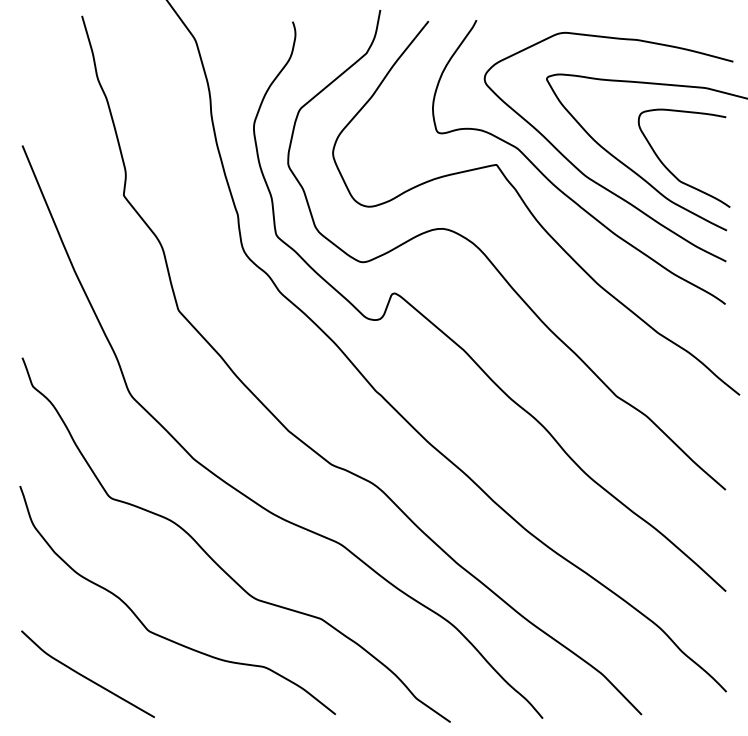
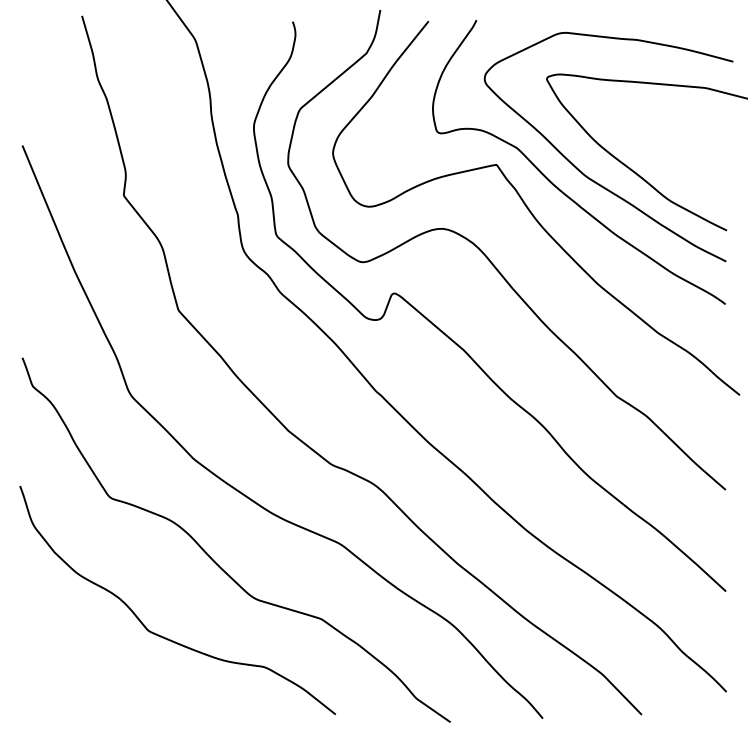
curve at (670, 170): present -> none
curve at (84, 675): present -> none
